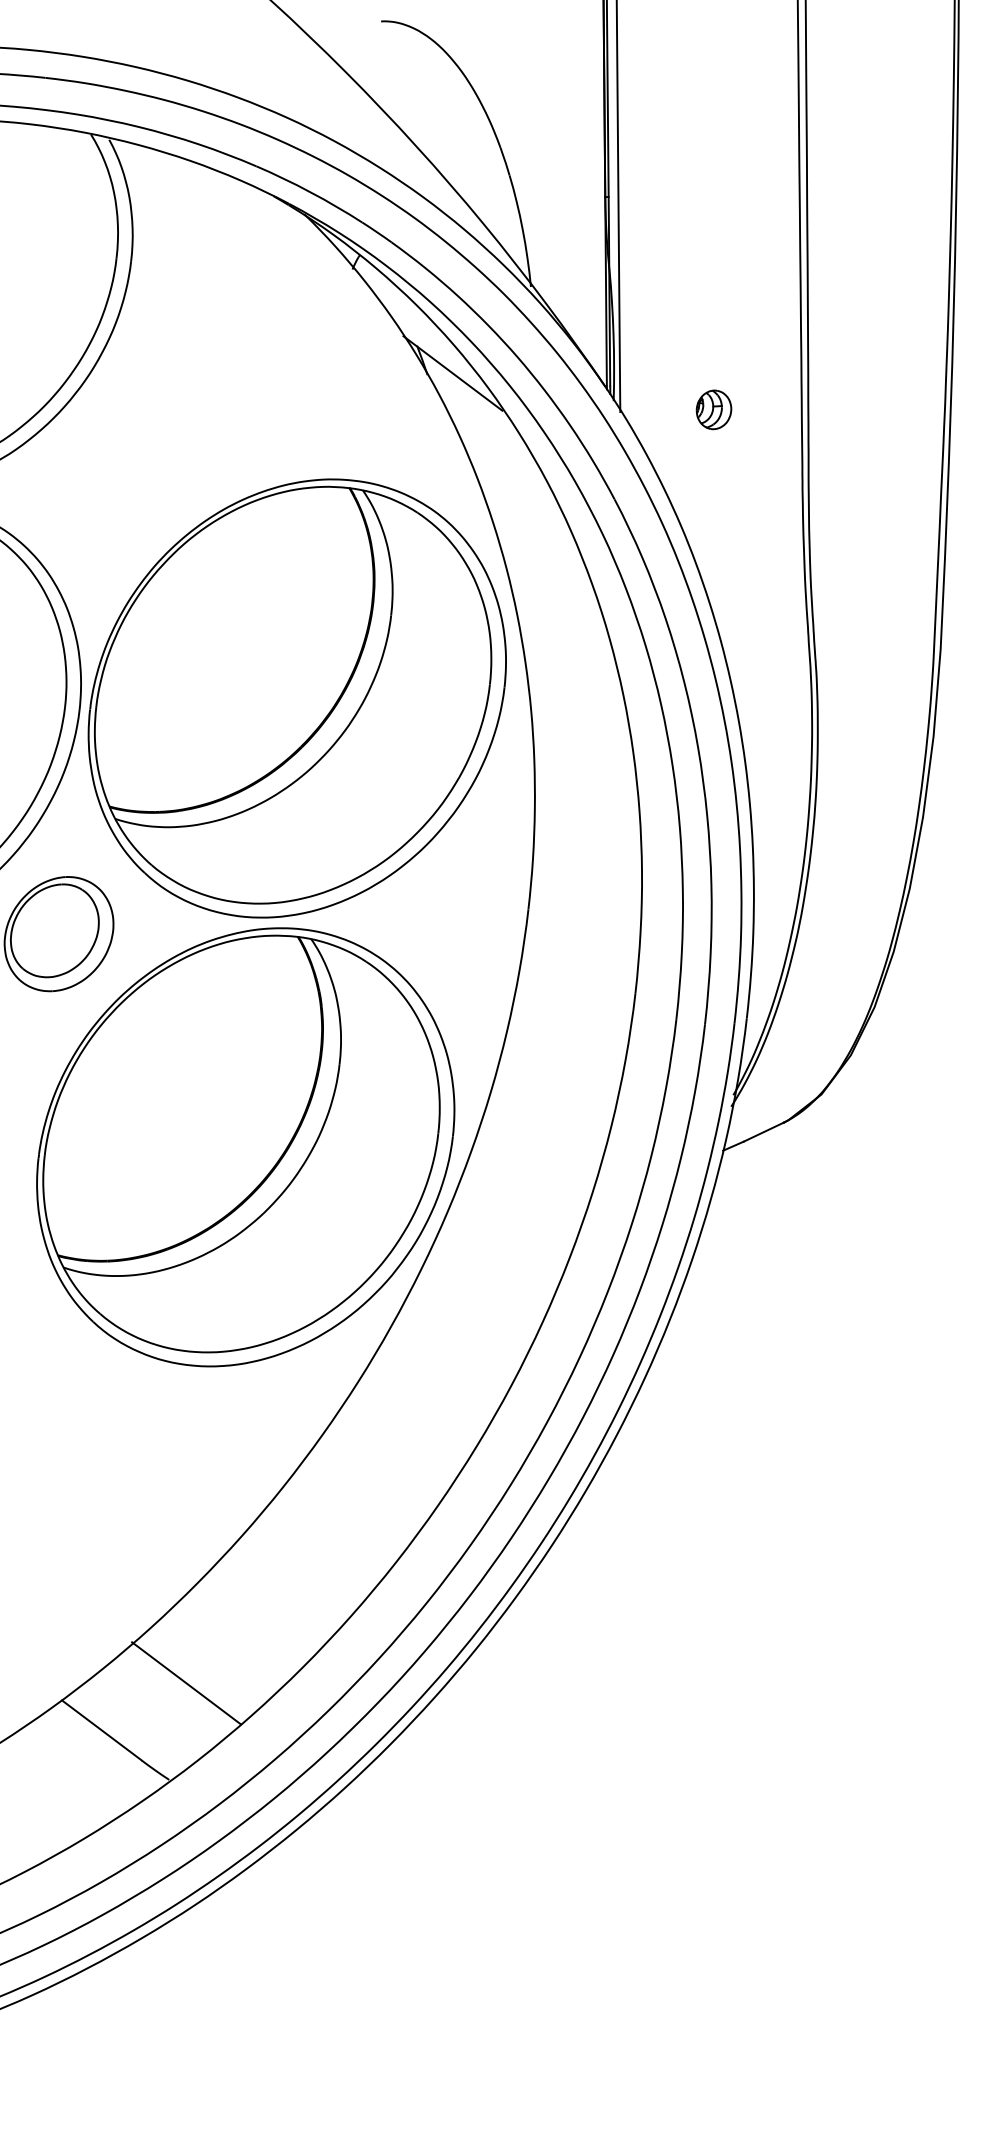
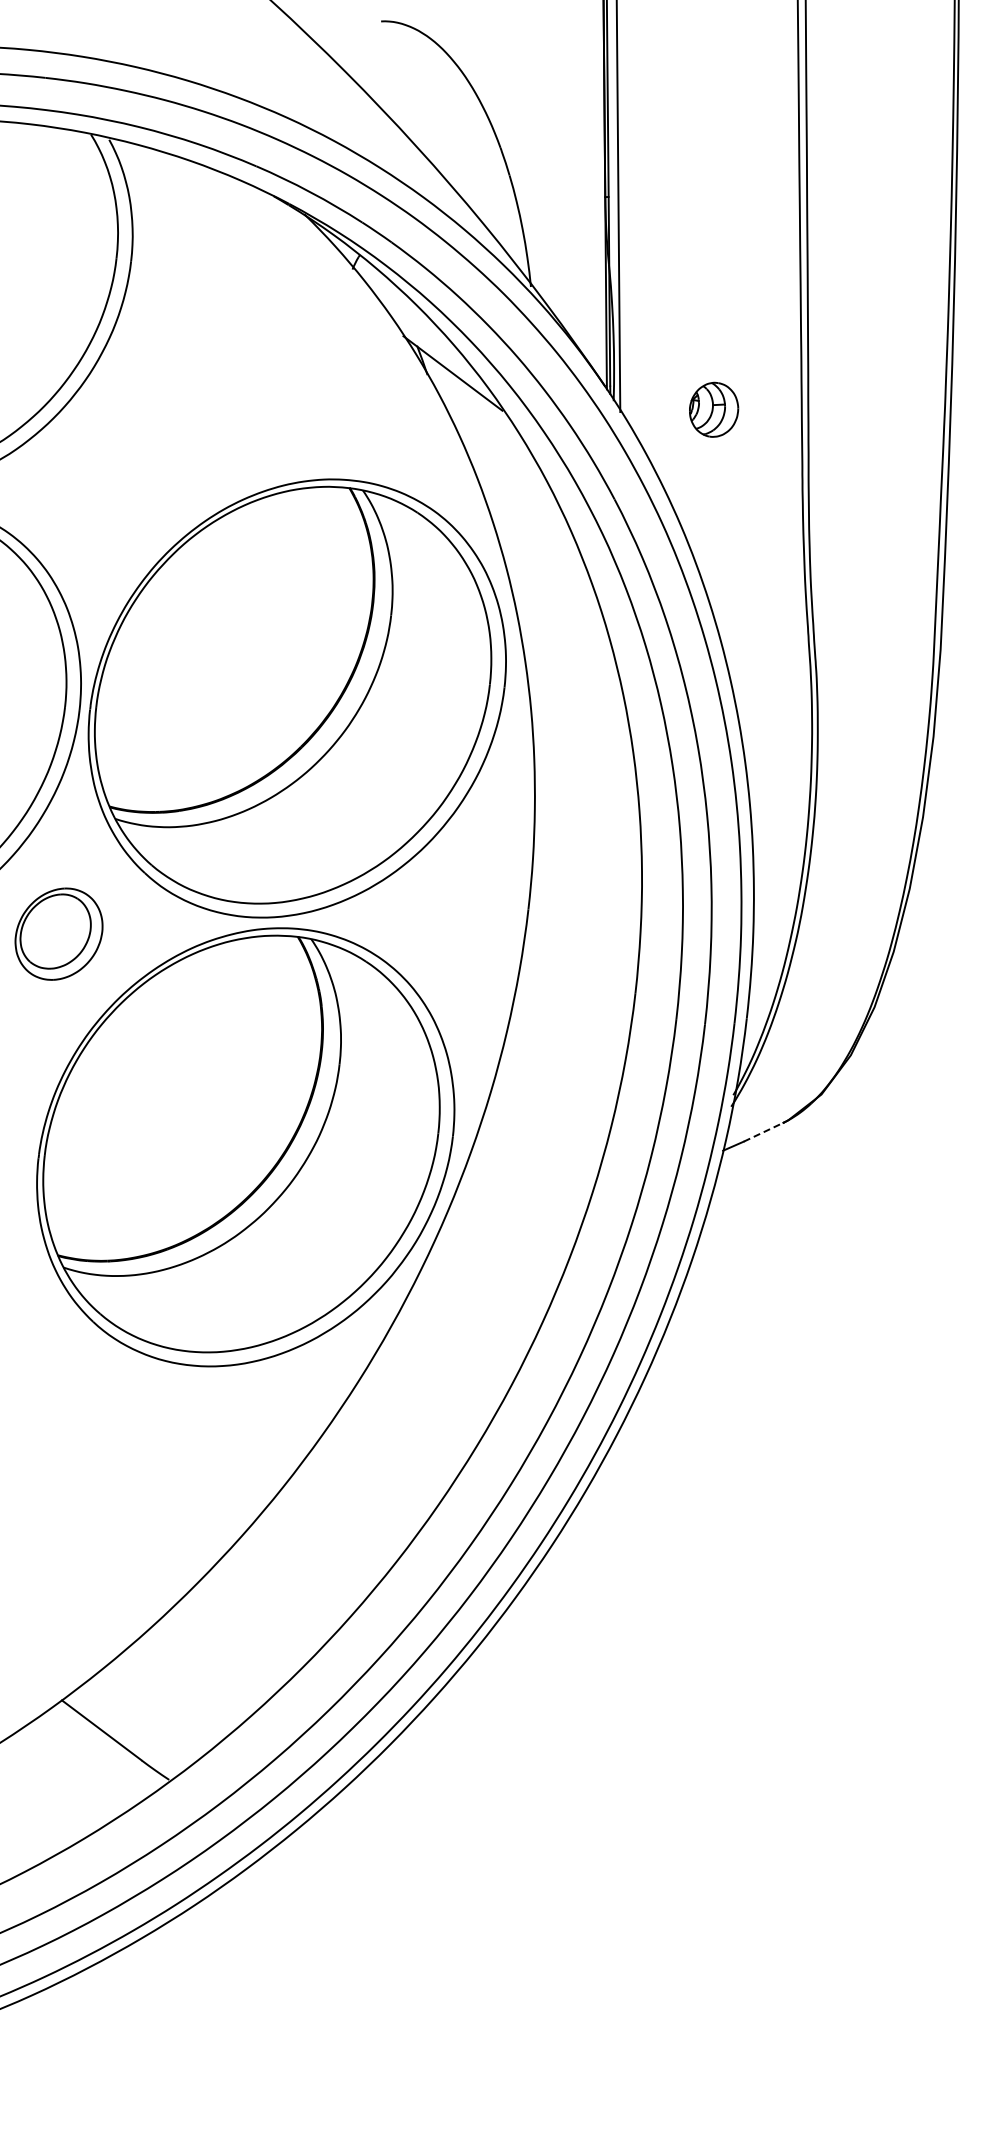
part at (713, 409) size: 38x42 px -> 51x57 px
part at (58, 934) size: 112x117 px -> 90x94 px
line at (764, 1131): solid -> dashed
line at (186, 1683): present -> none
